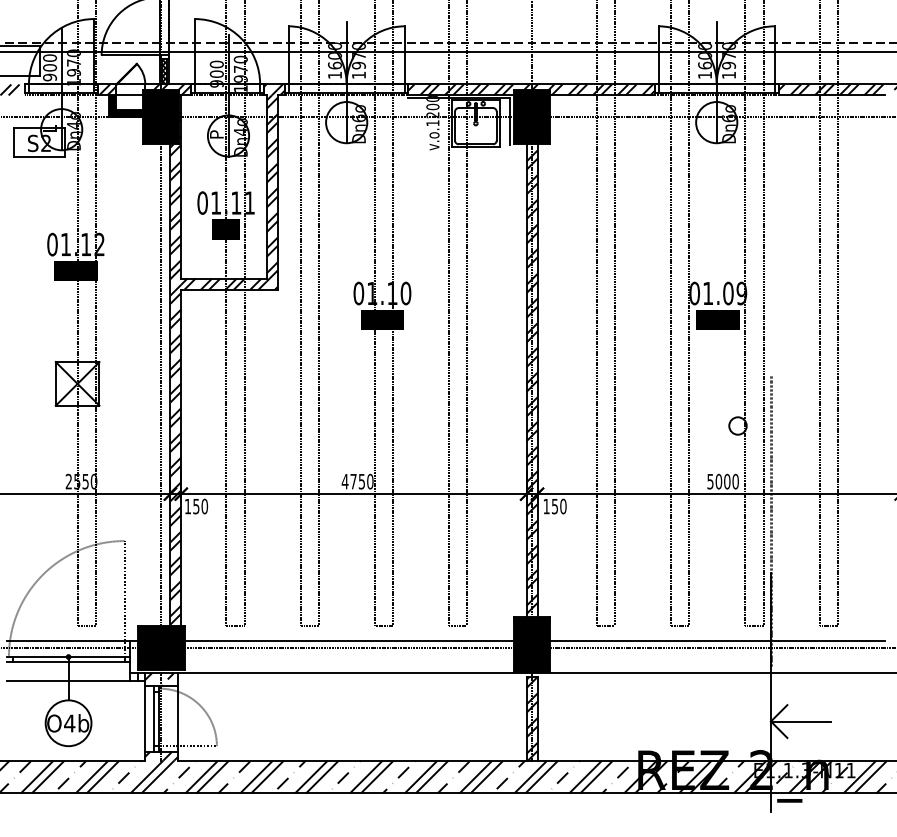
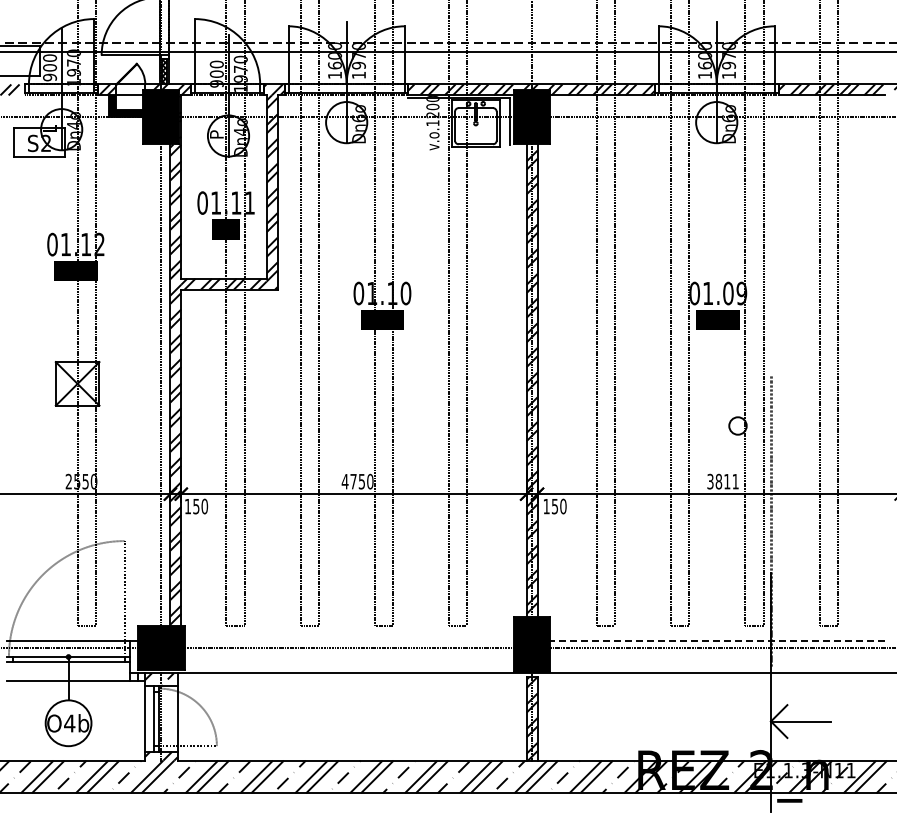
text at (722, 481): 5000 -> 3811
line at (348, 640): present -> none
line at (716, 640): solid -> dashed
